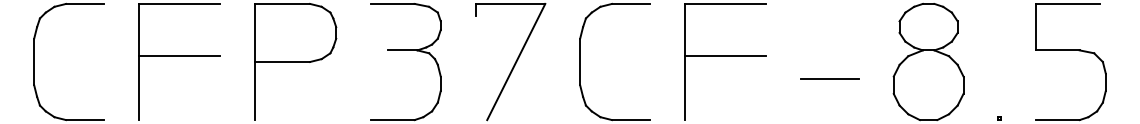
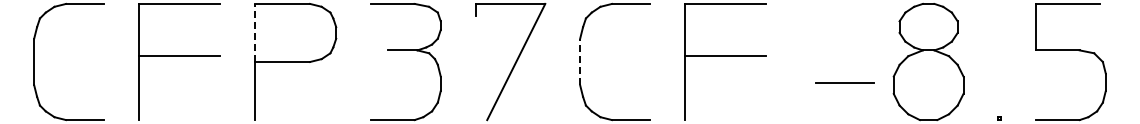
line at (254, 32): solid -> dashed
line at (580, 61): solid -> dashed
line at (829, 78) position: (829, 78) -> (844, 82)
